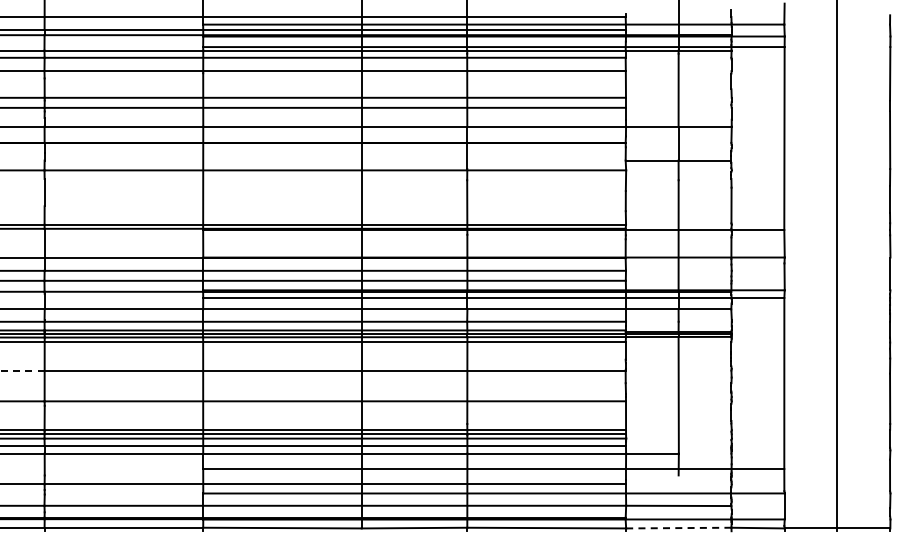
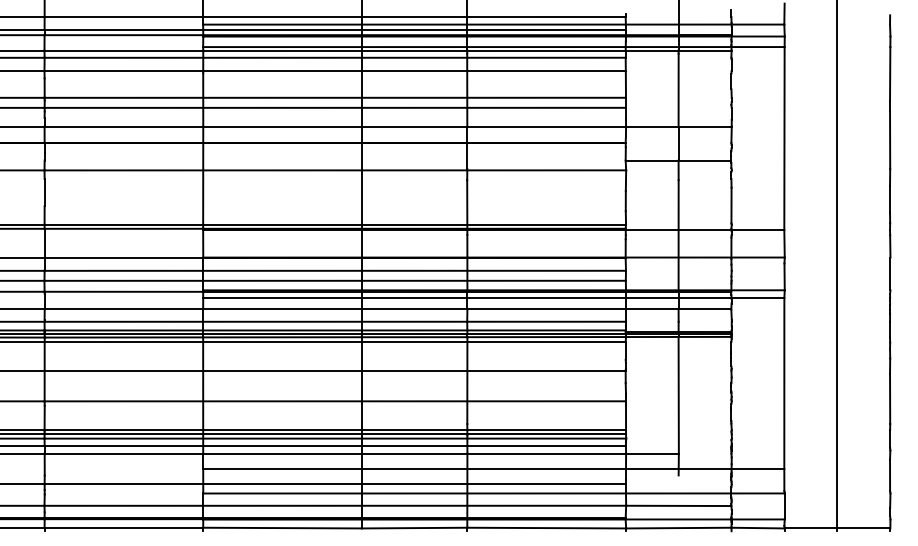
line at (22, 370): dashed -> solid
line at (678, 528): dashed -> solid
